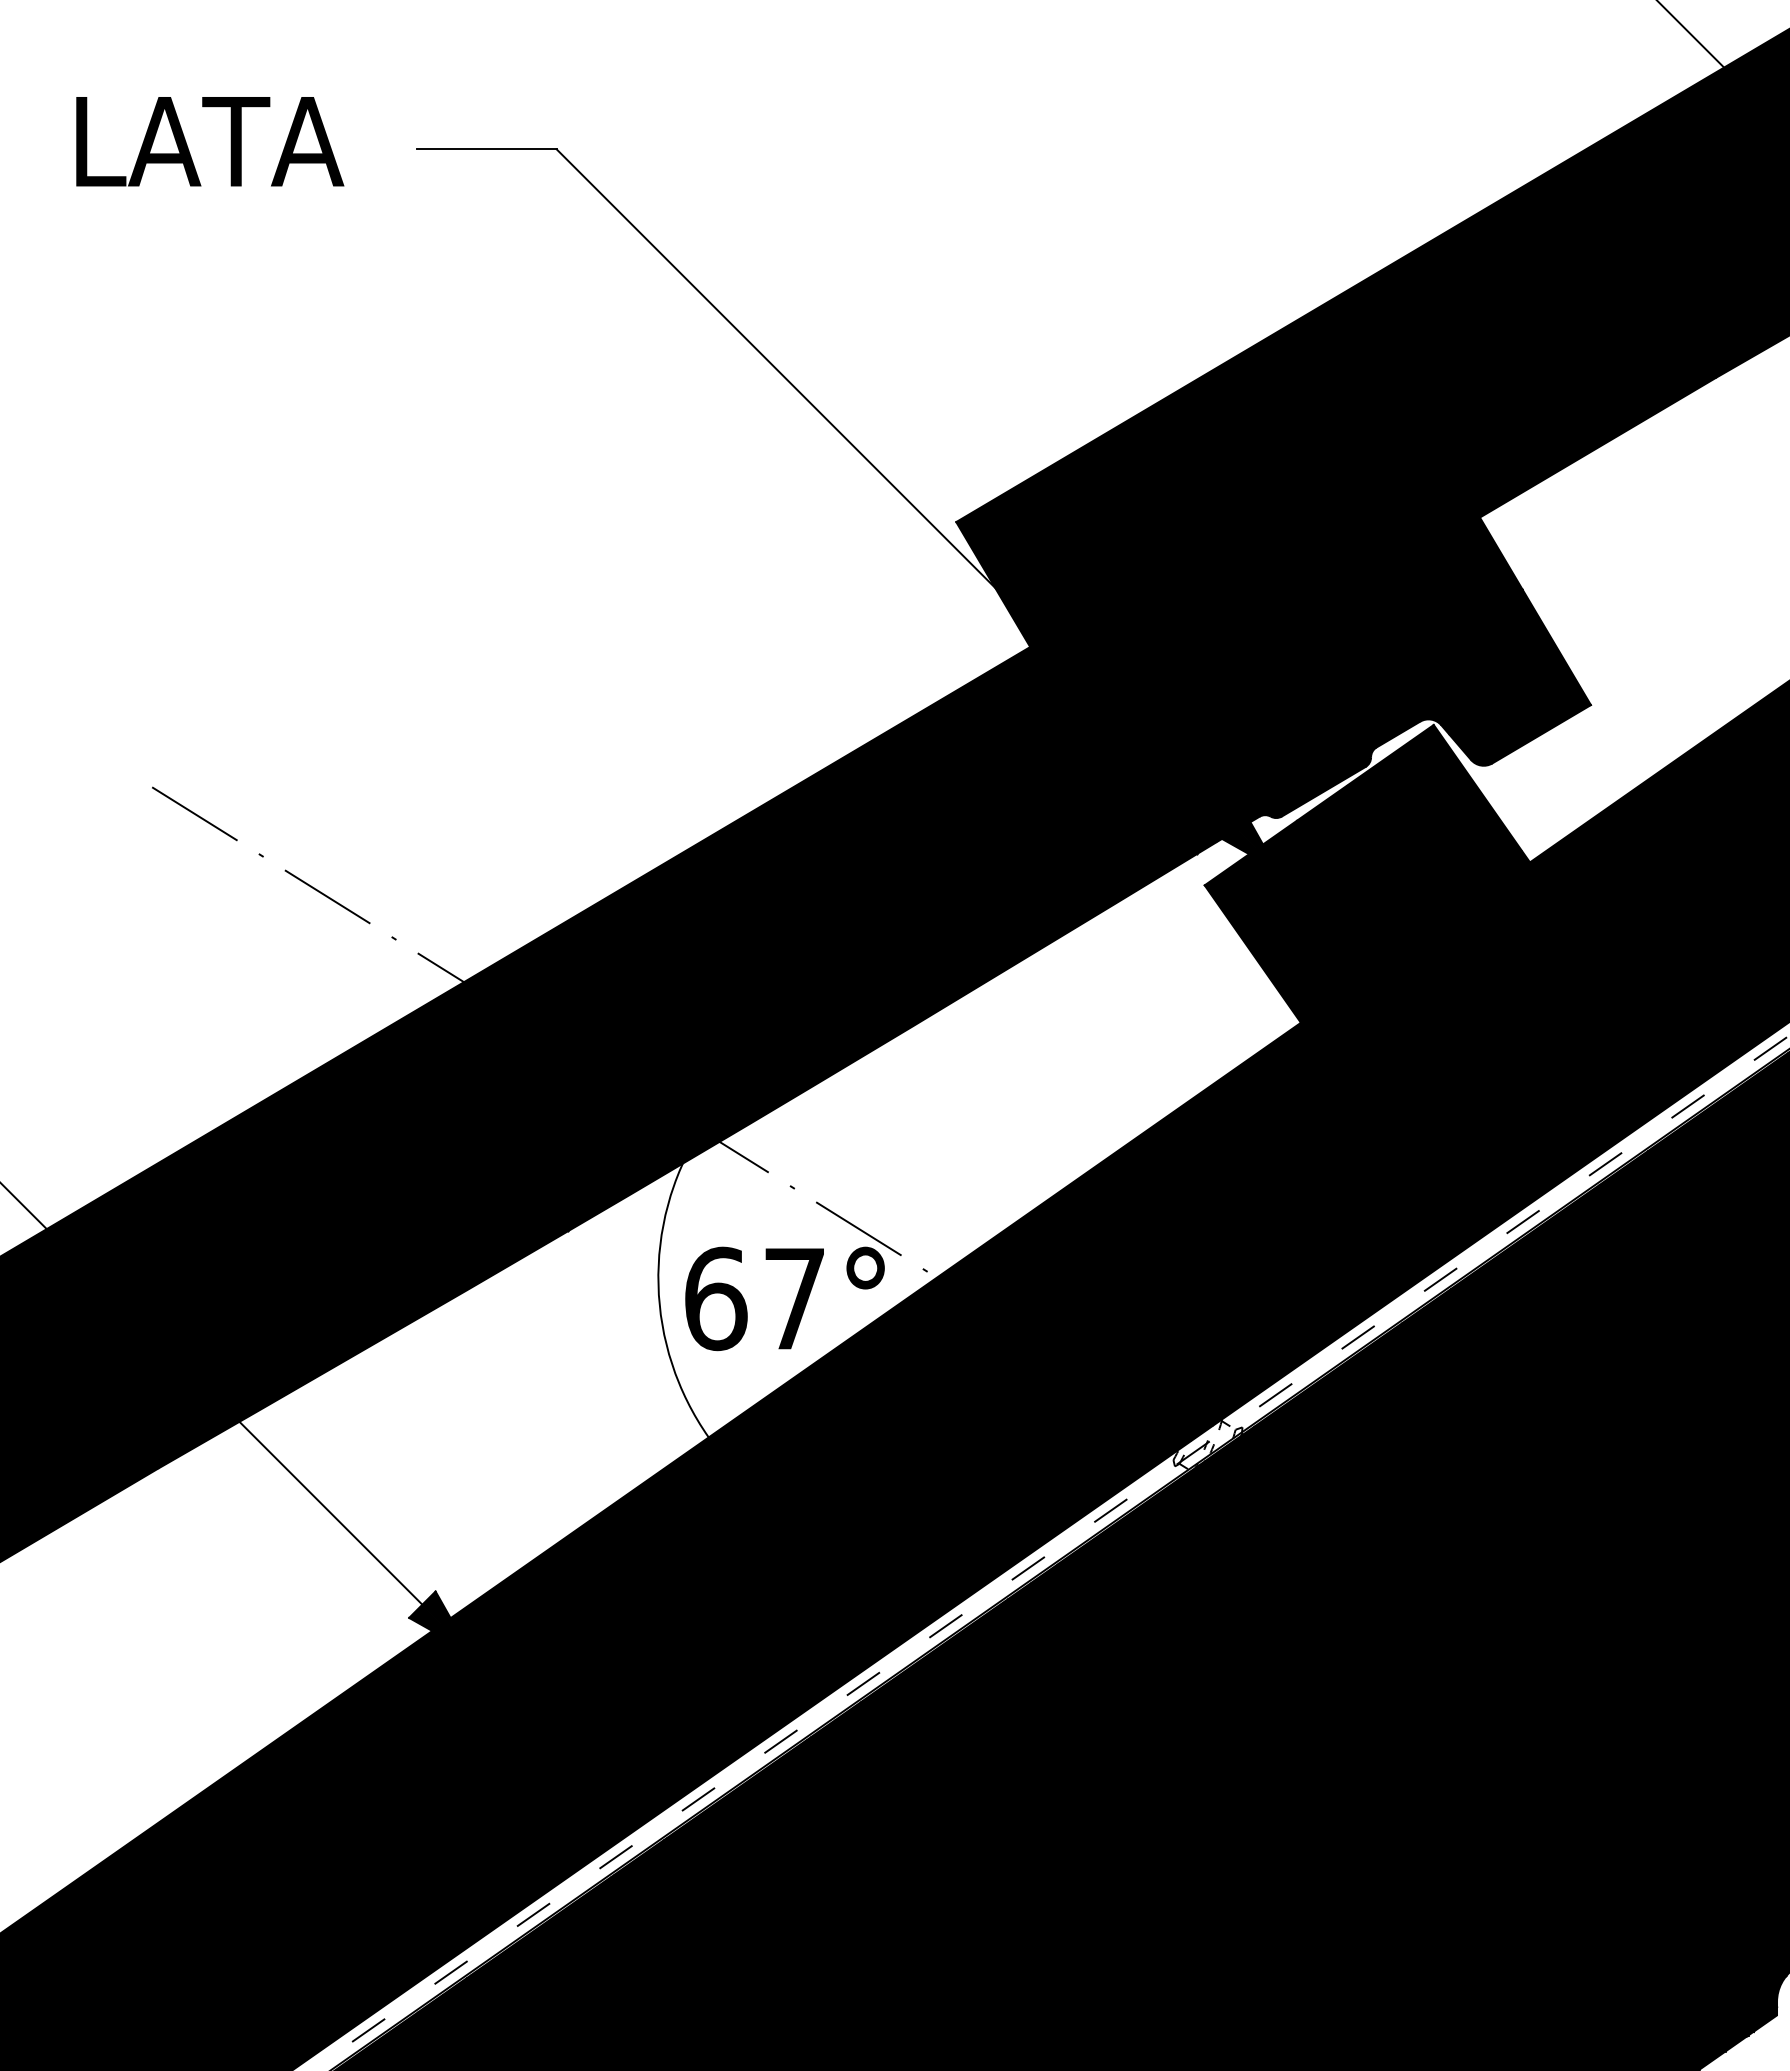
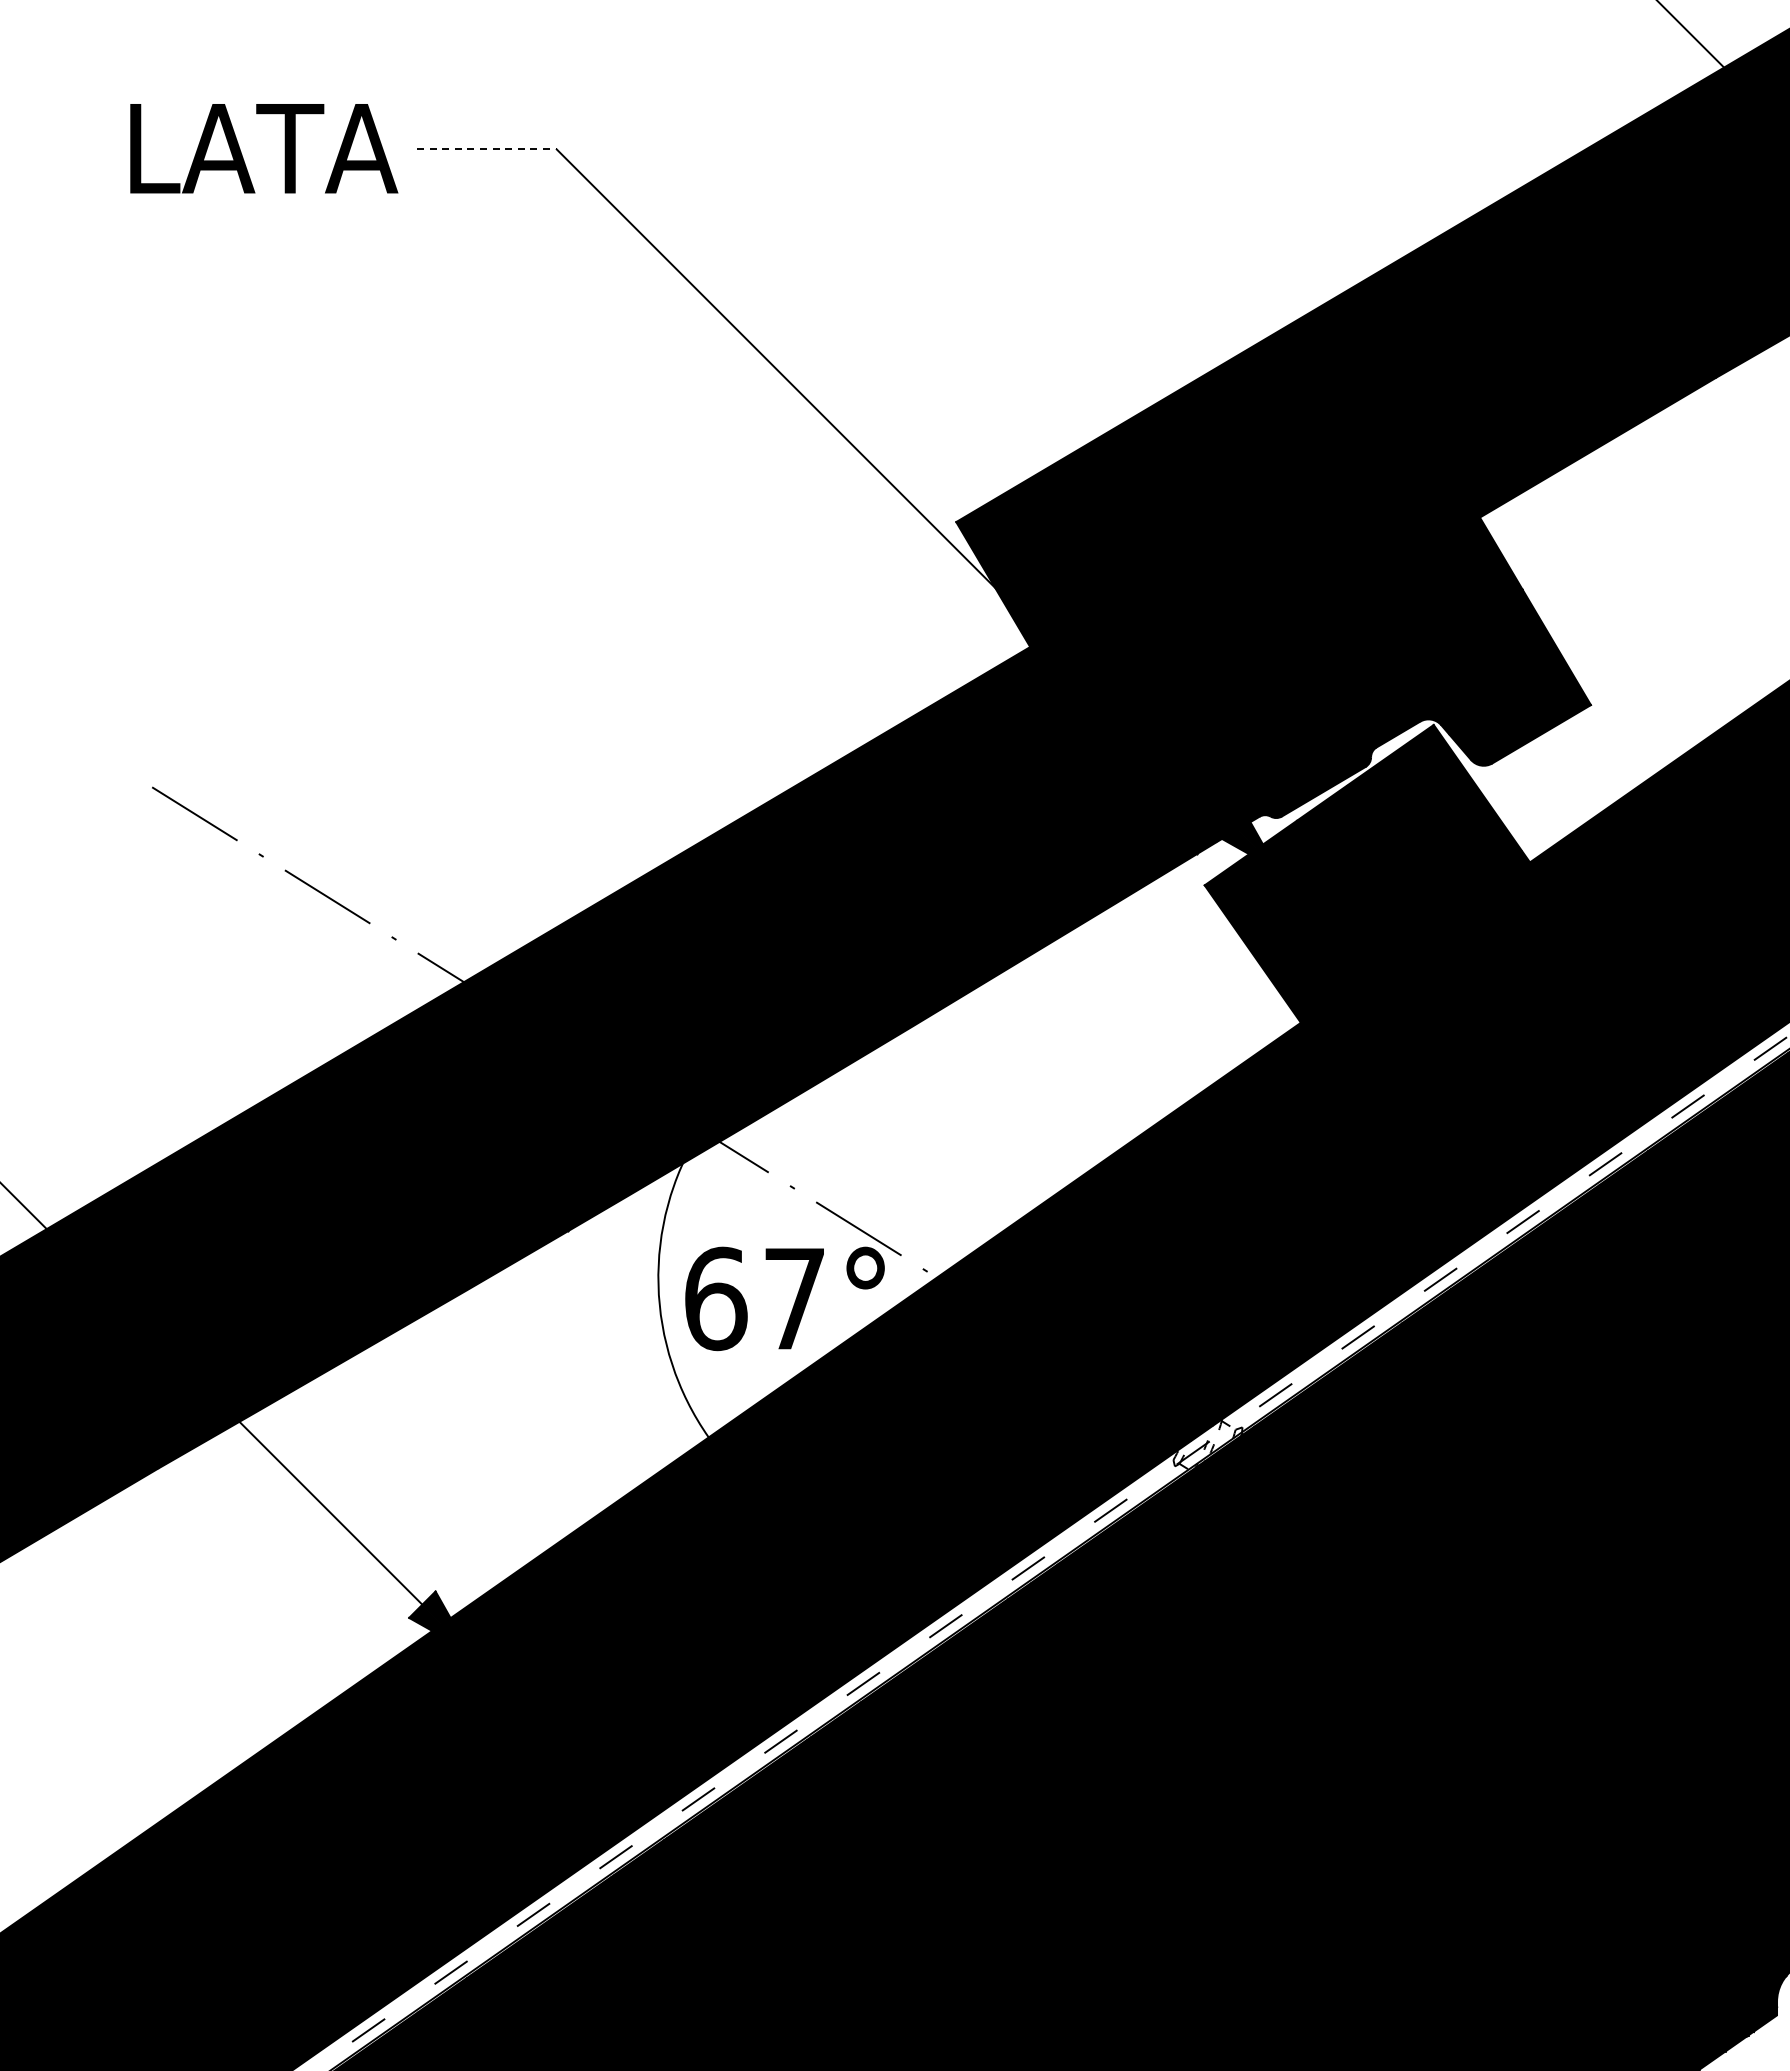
text at (210, 141) position: (210, 141) -> (264, 148)
line at (486, 149): solid -> dashed
